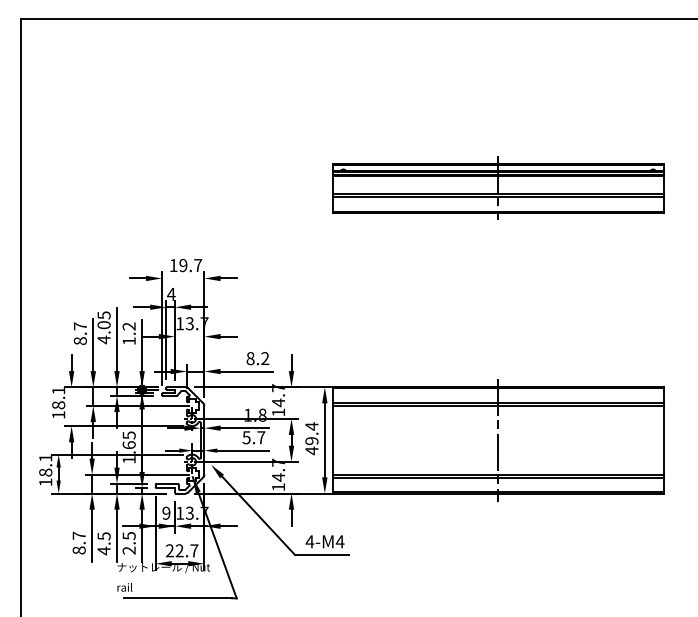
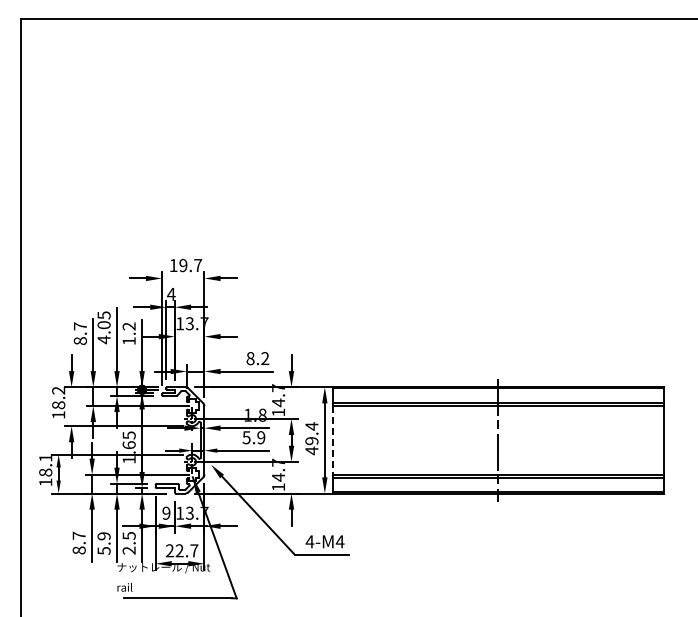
part at (498, 187): present -> none
text at (58, 390): 18.1 -> 18.2
text at (261, 437): 5.7 -> 5.9
line at (332, 440): solid -> dashed
text at (103, 543): 4.5 -> 5.9
